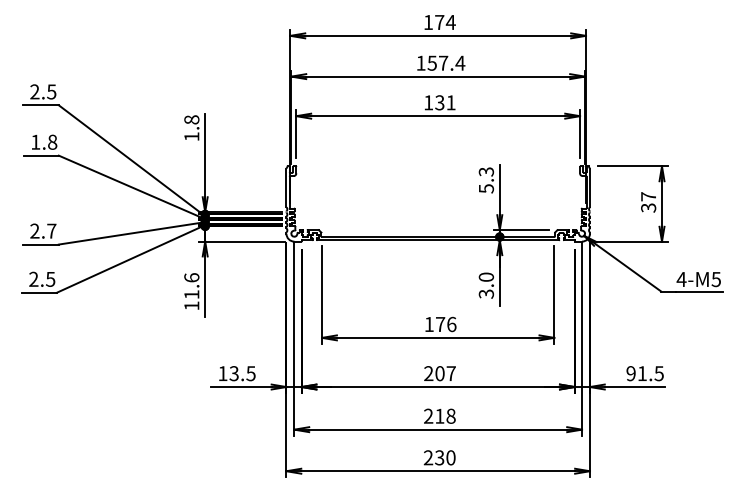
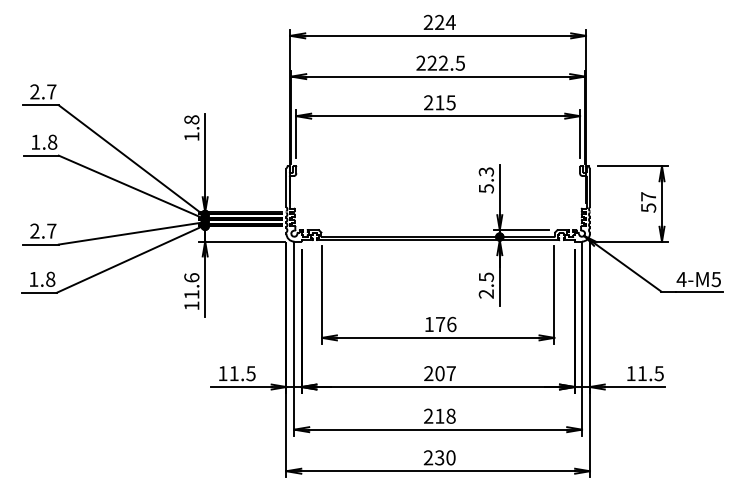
text at (433, 21): 174 -> 224
text at (440, 62): 157.4 -> 222.5
text at (51, 91): 2.5 -> 2.7
text at (439, 102): 131 -> 215
text at (648, 207): 37 -> 57
text at (42, 278): 2.5 -> 1.8
text at (486, 285): 3.0 -> 2.5
text at (233, 373): 13.5 -> 11.5
text at (630, 373): 91.5 -> 11.5
